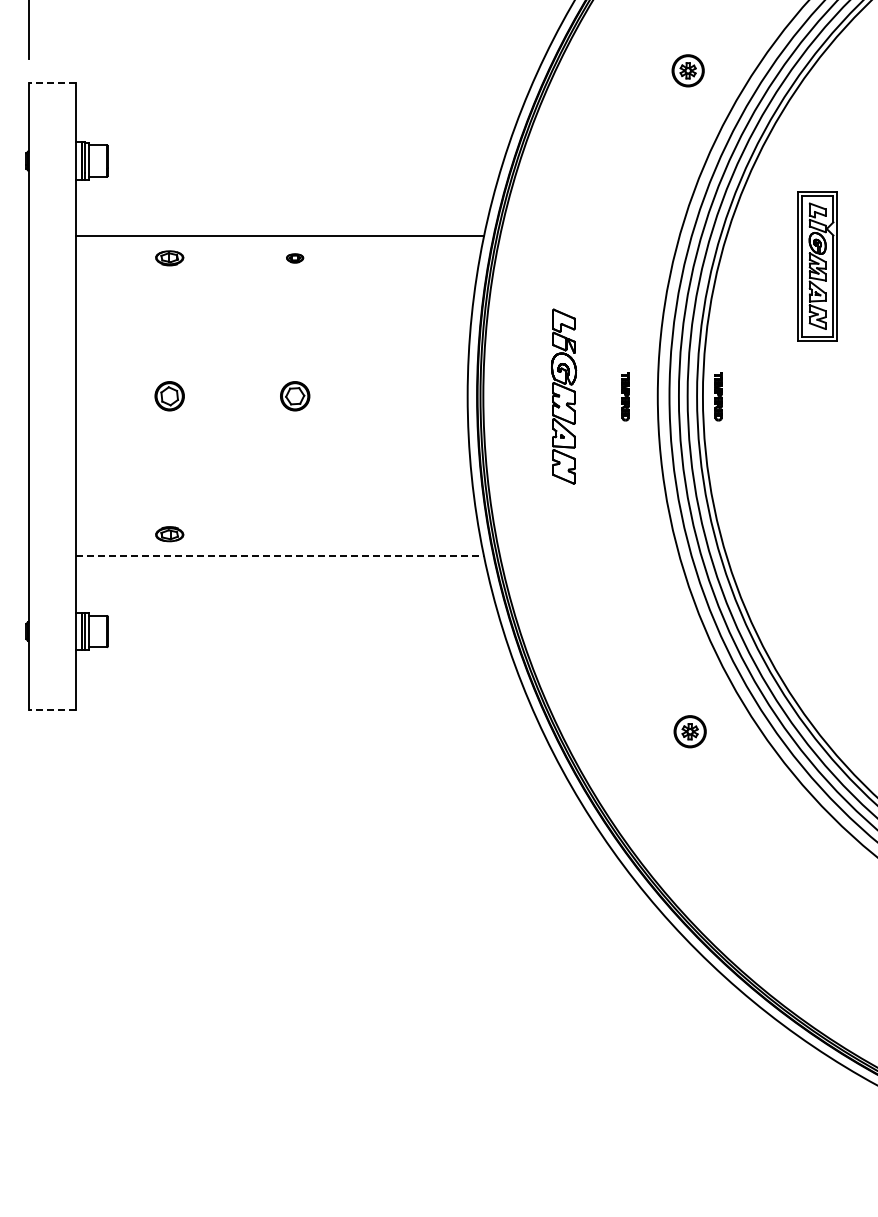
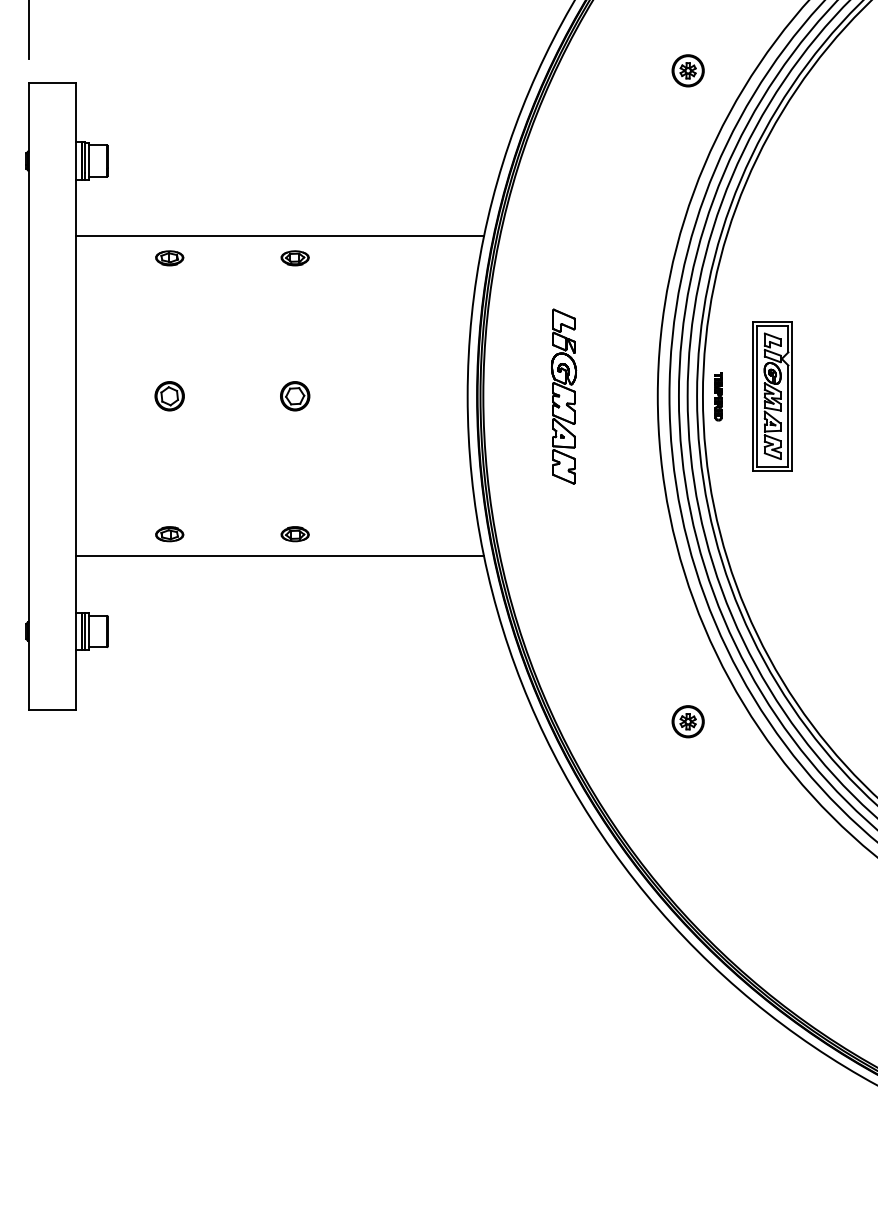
line at (52, 82): dashed -> solid
part at (295, 258) size: 19x11 px -> 30x17 px
part at (817, 266) position: (817, 266) -> (772, 396)
part at (625, 396): present -> none
part at (294, 534): none -> present
line at (280, 556): dashed -> solid
line at (52, 709): dashed -> solid
part at (689, 731) position: (689, 731) -> (687, 721)
